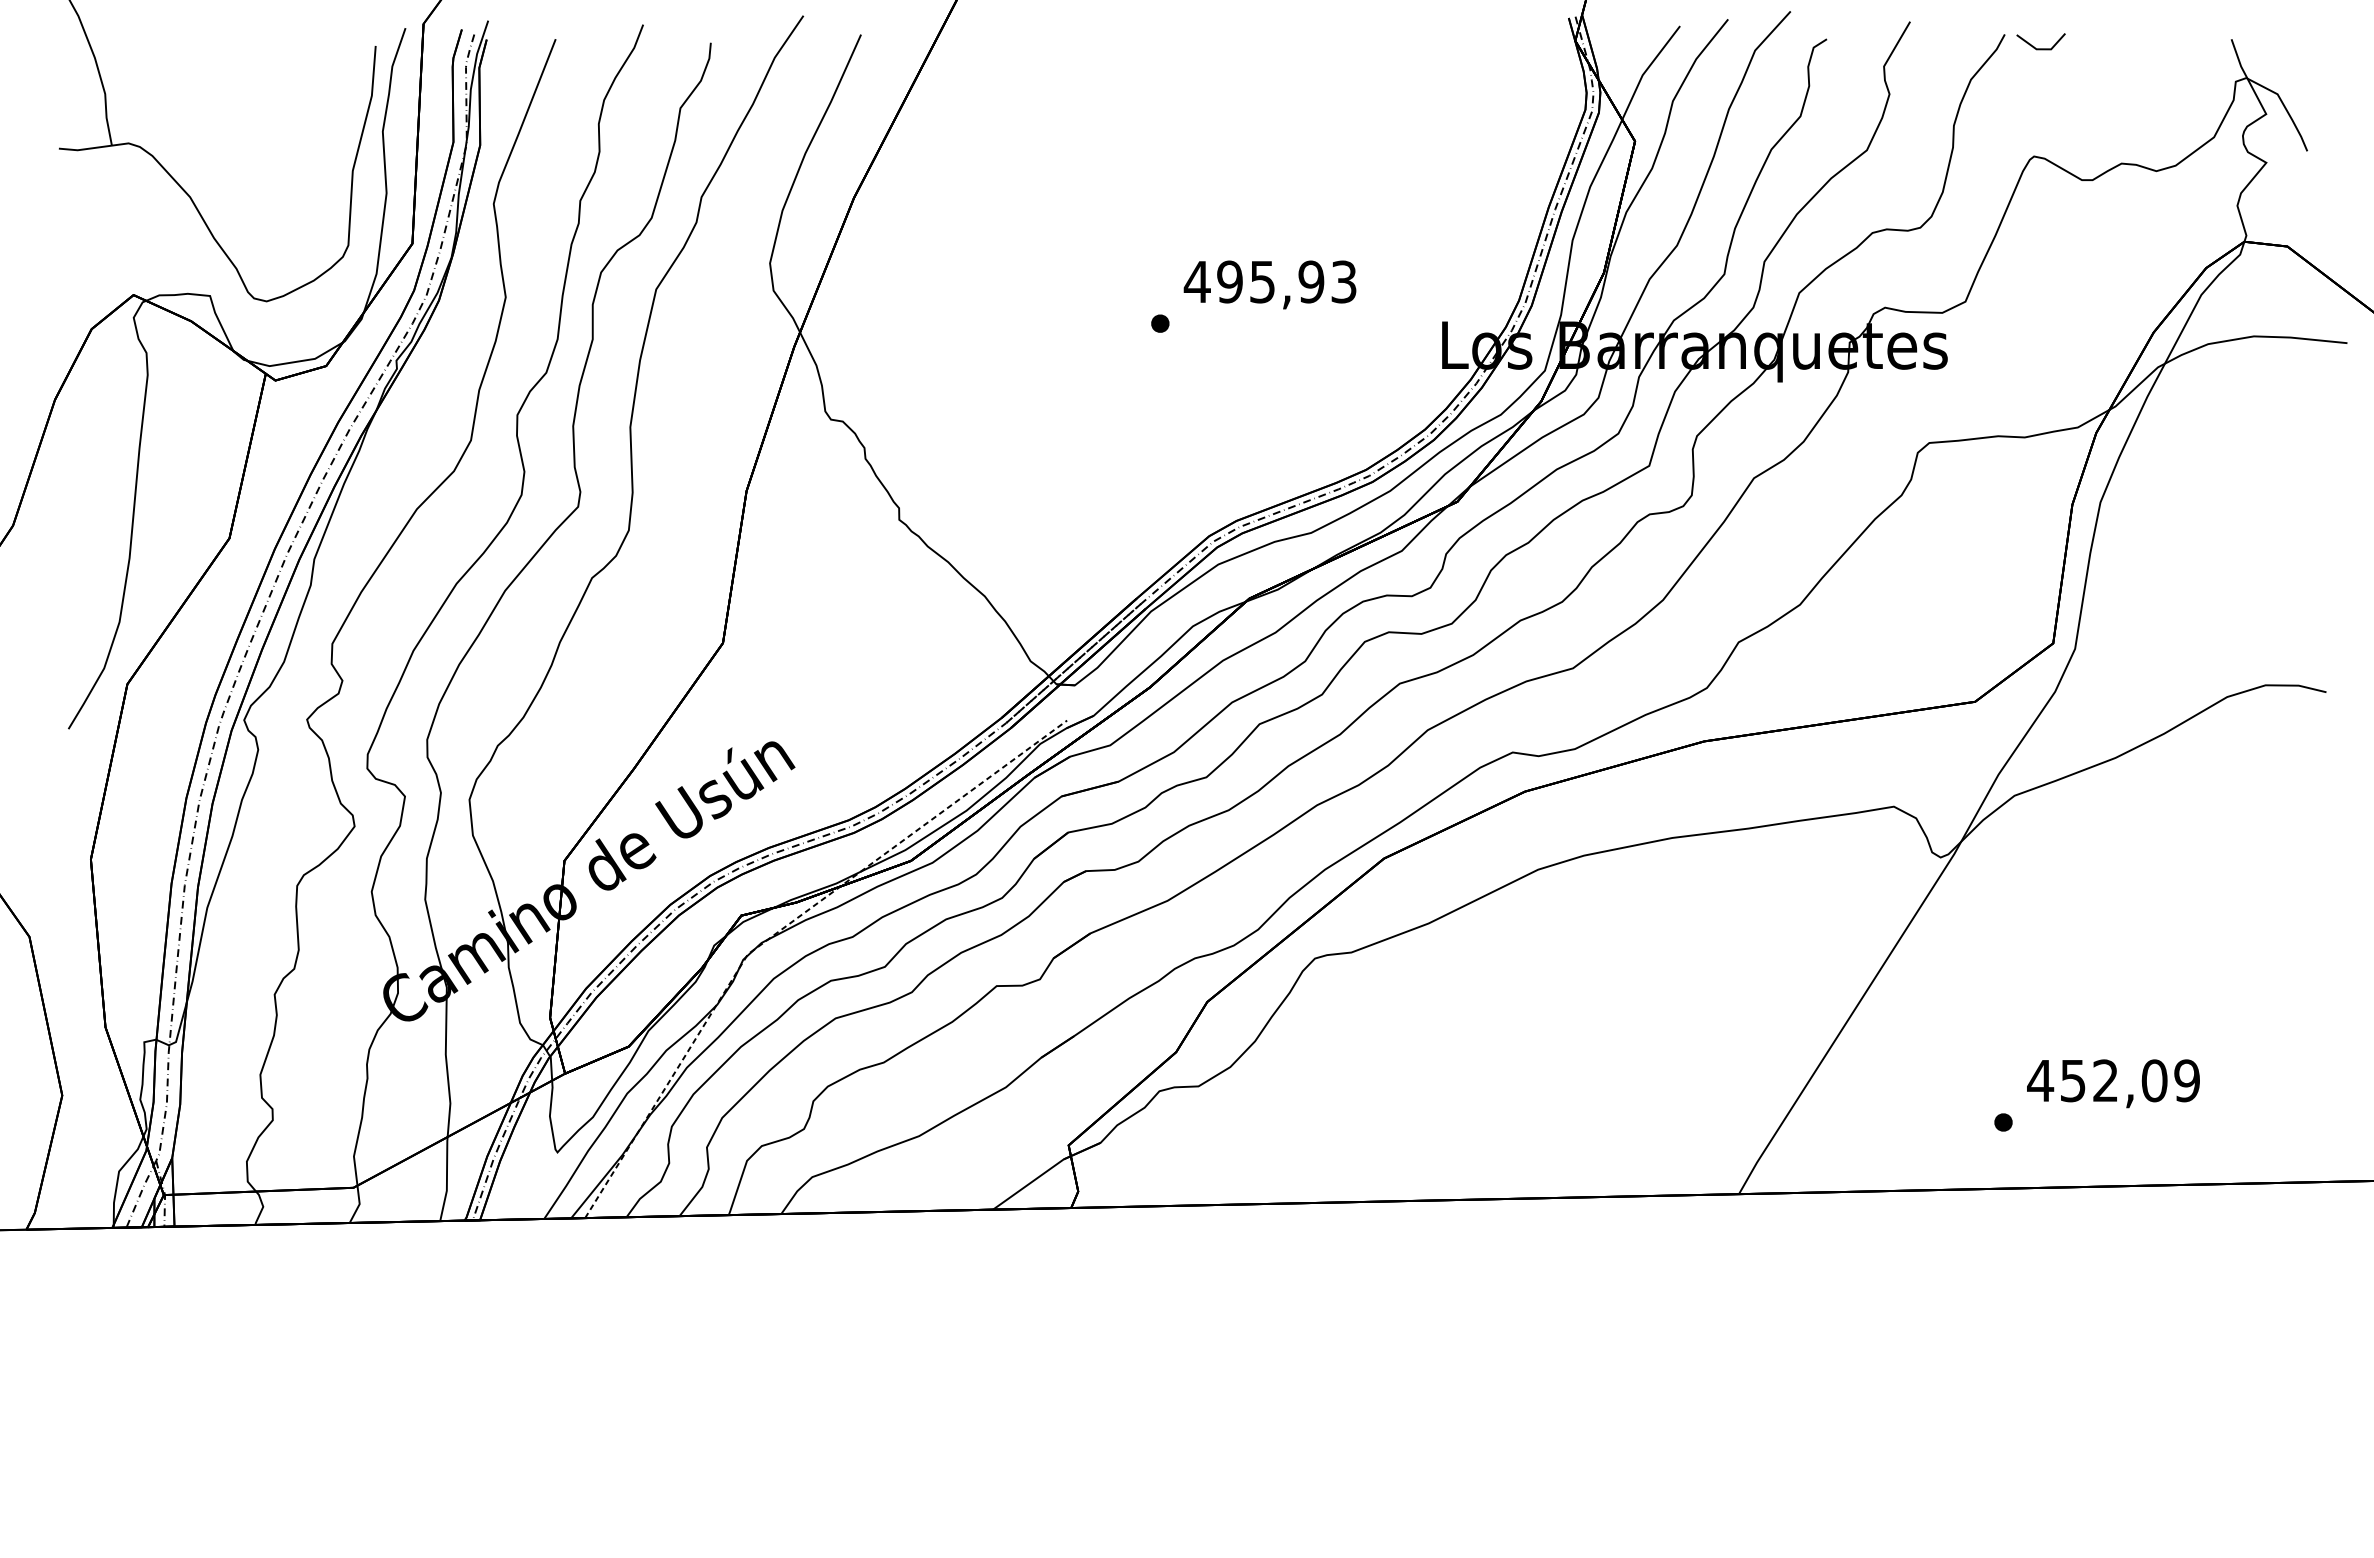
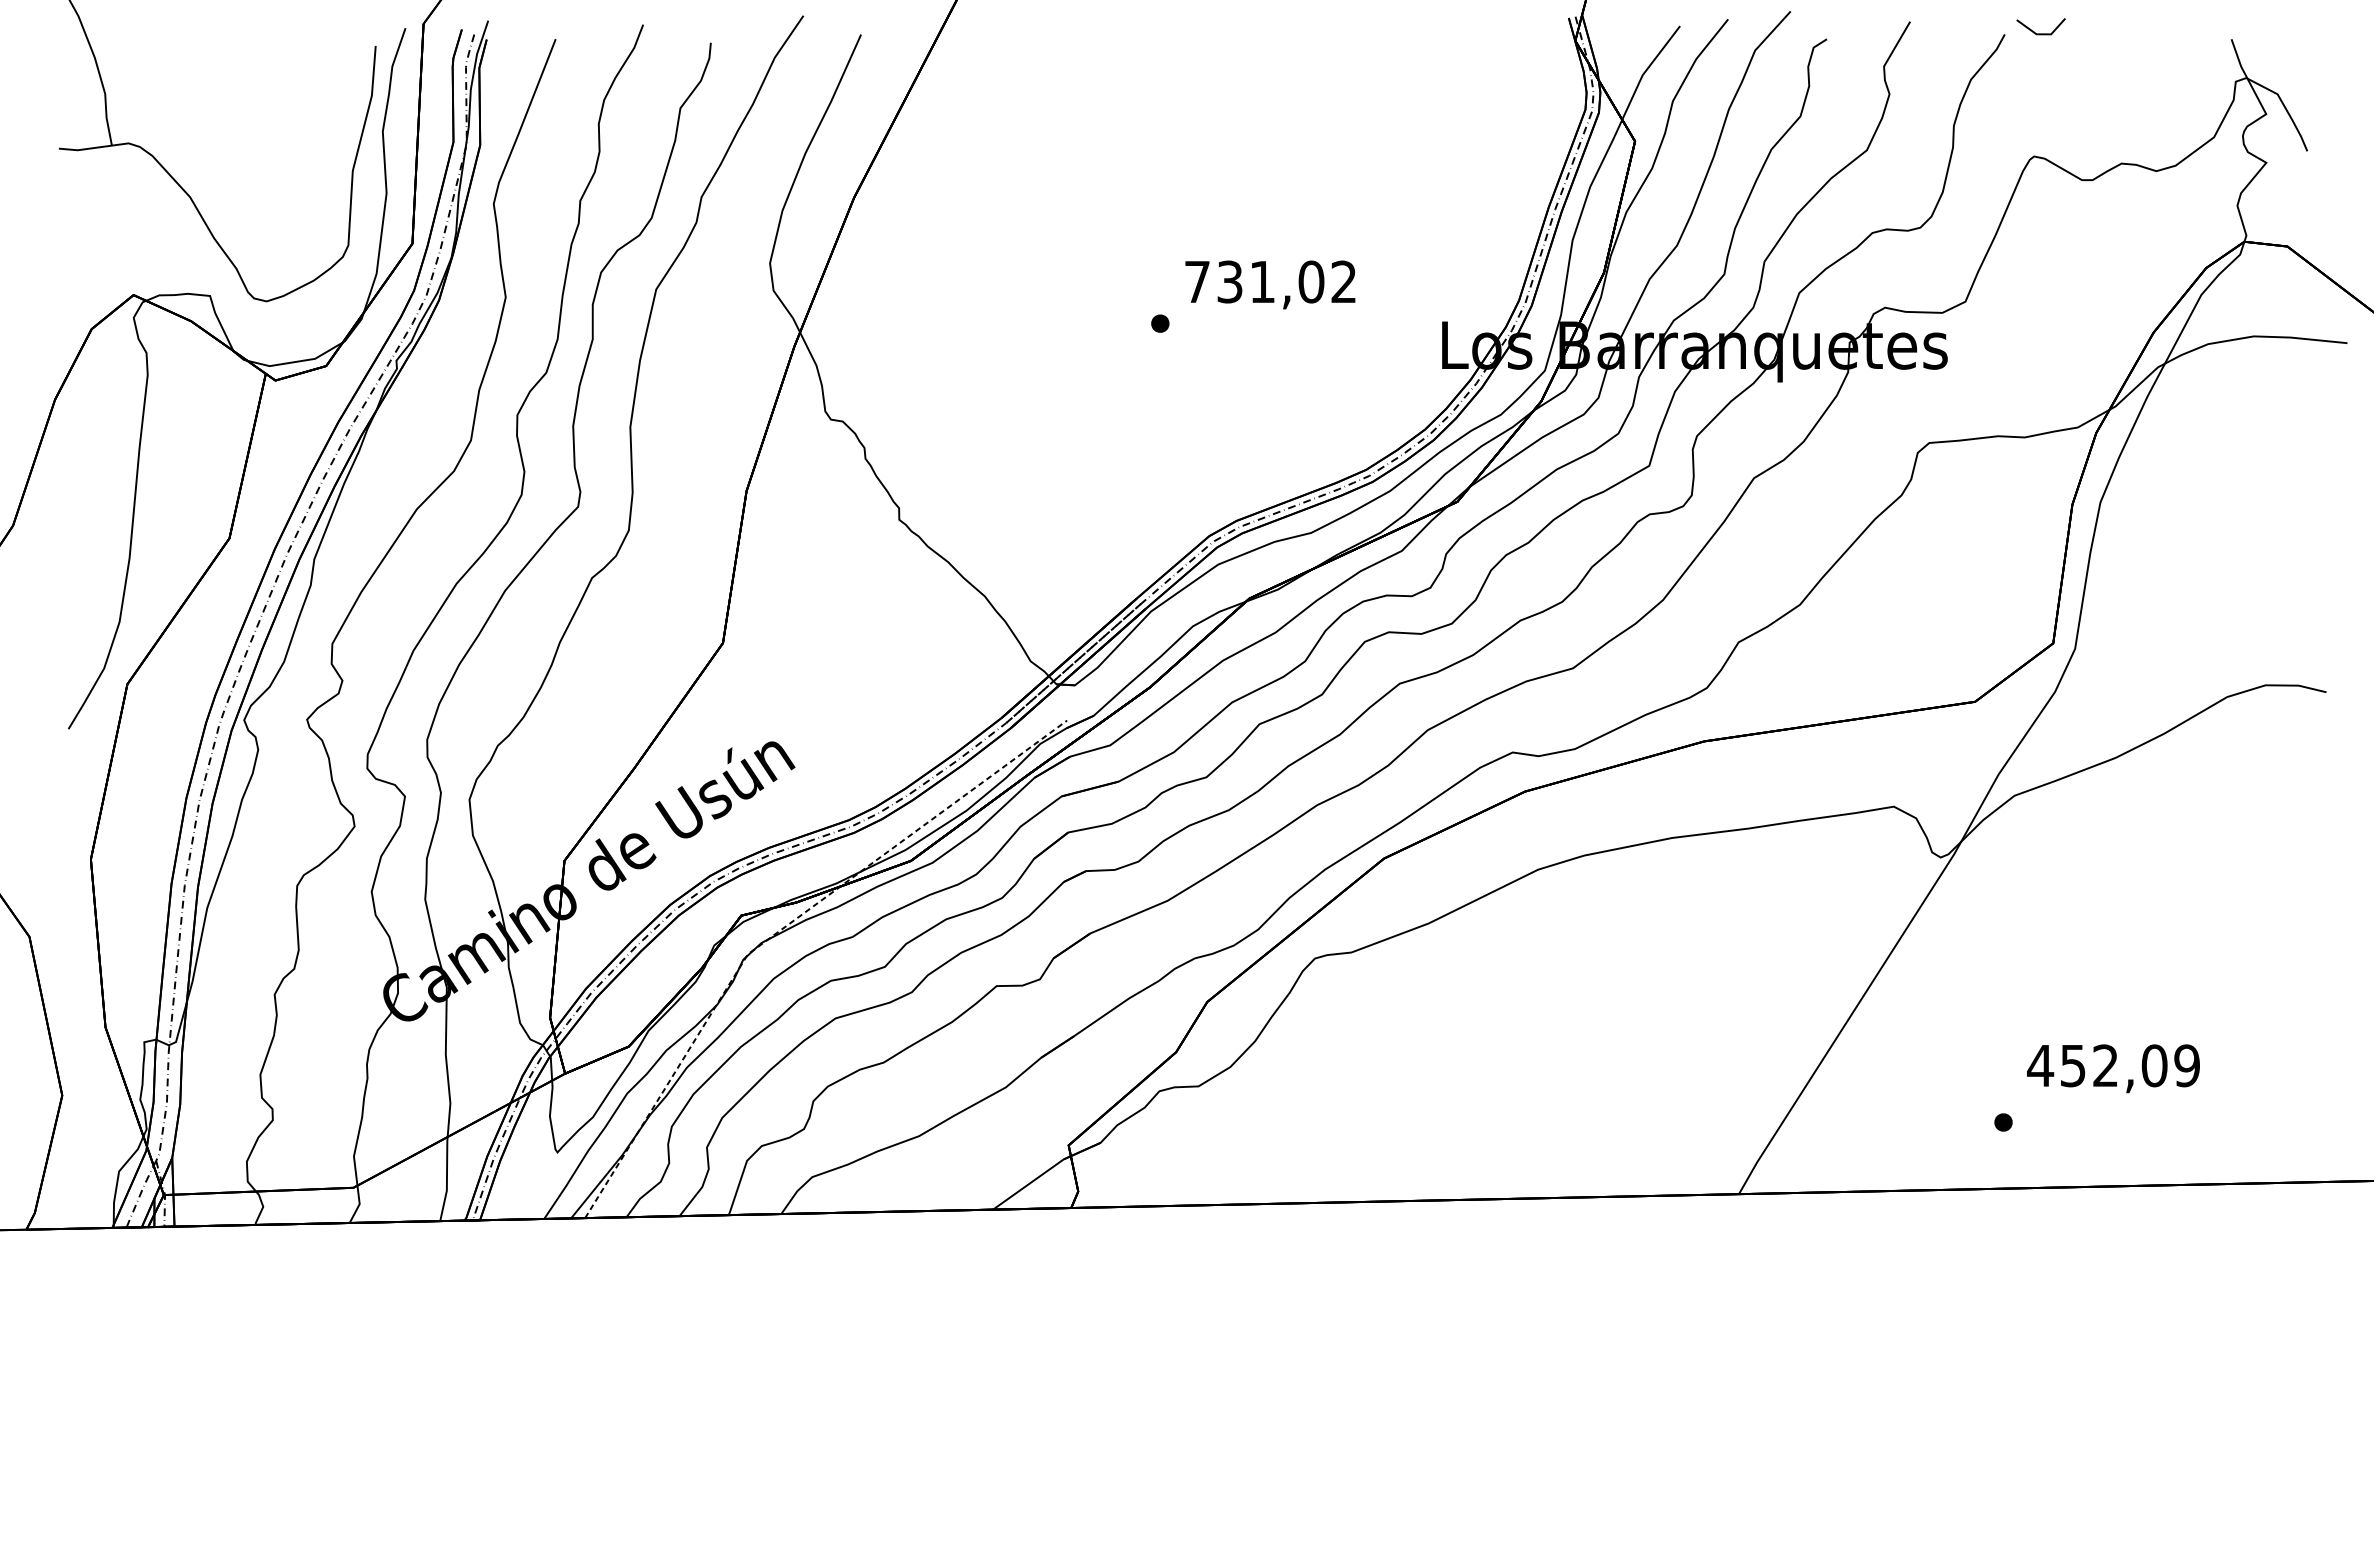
line at (2040, 48) position: (2040, 48) -> (2040, 33)
text at (1269, 281): 495,93 -> 731,02
text at (2113, 1083) position: (2113, 1083) -> (2113, 1068)
